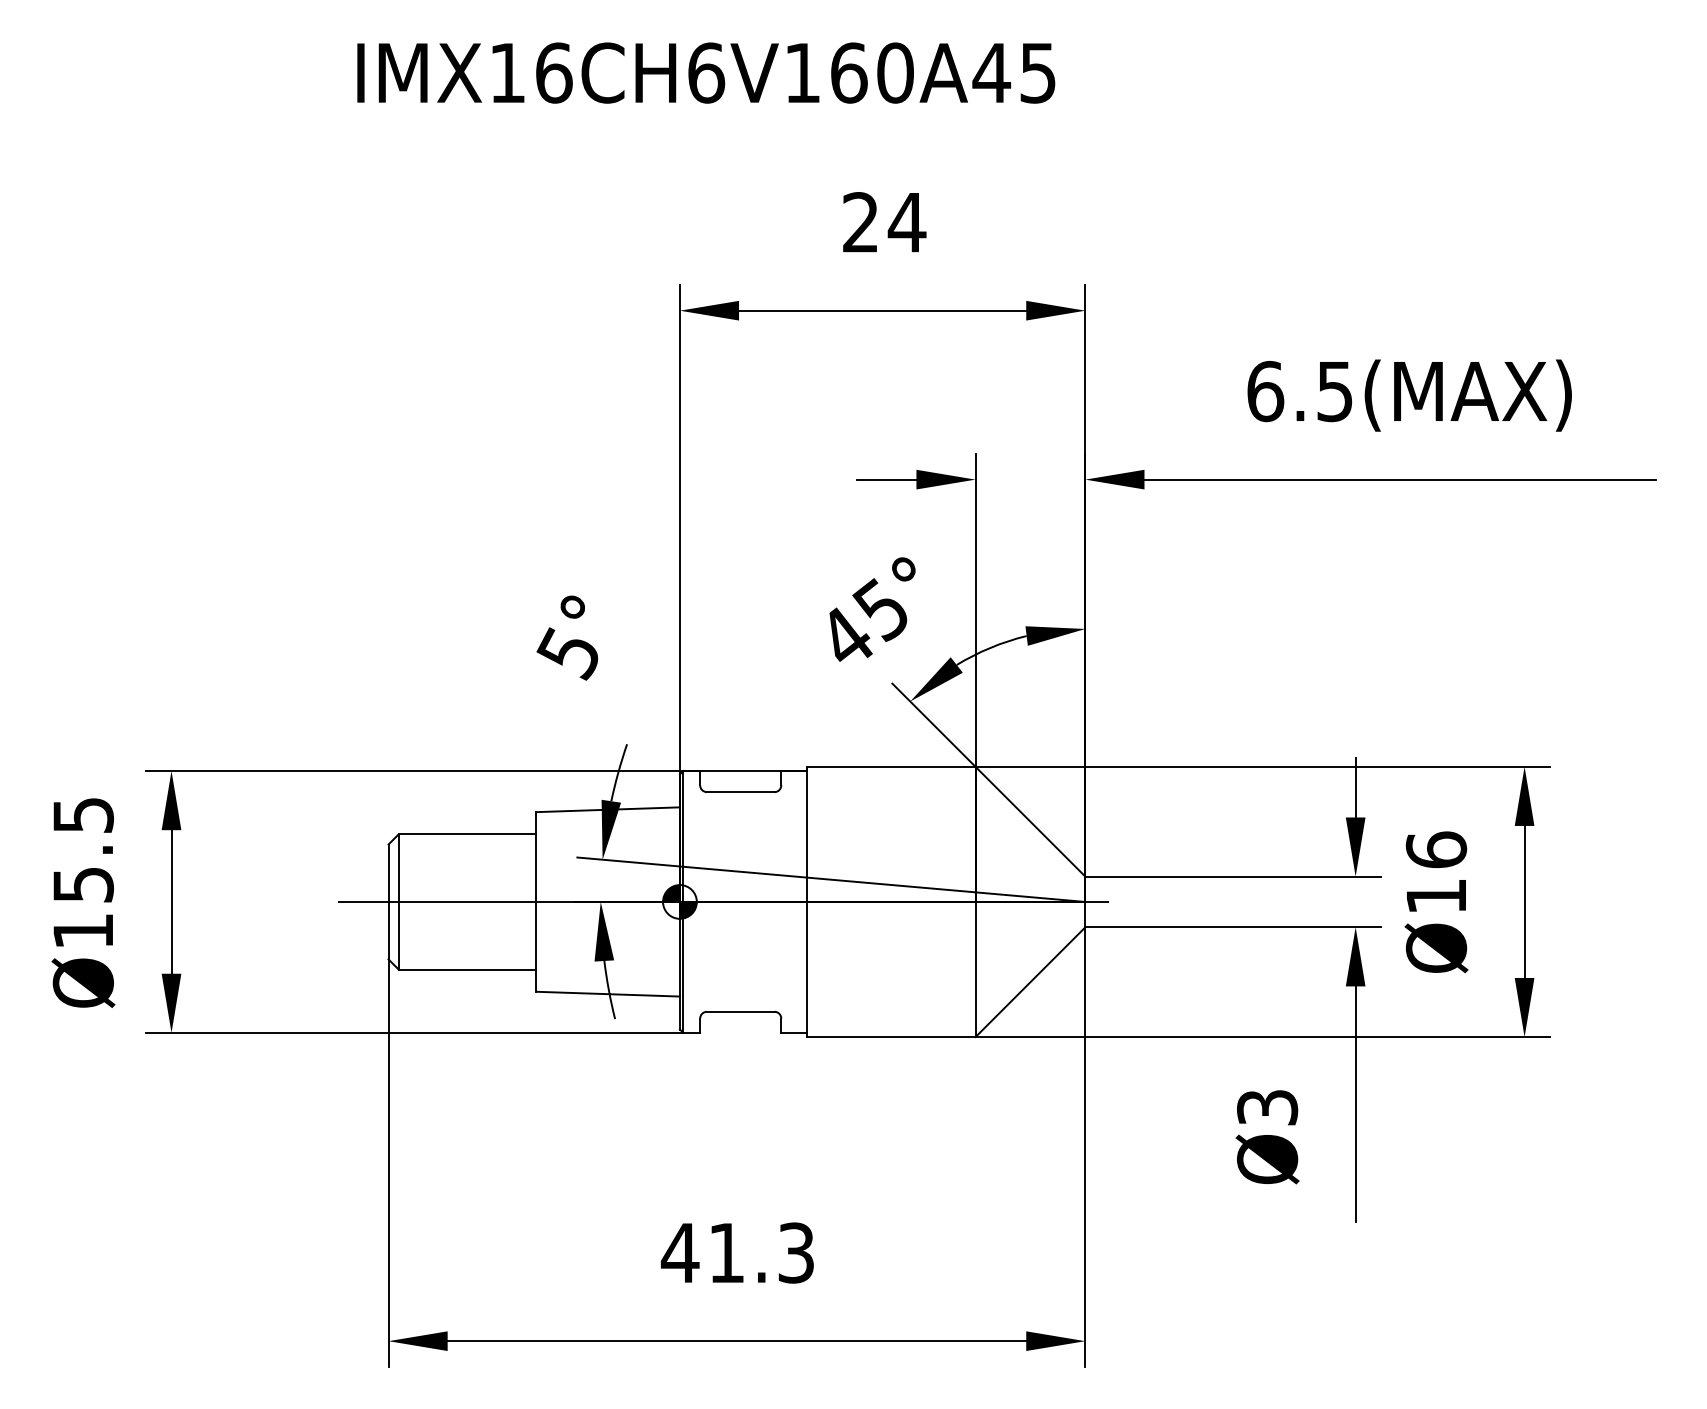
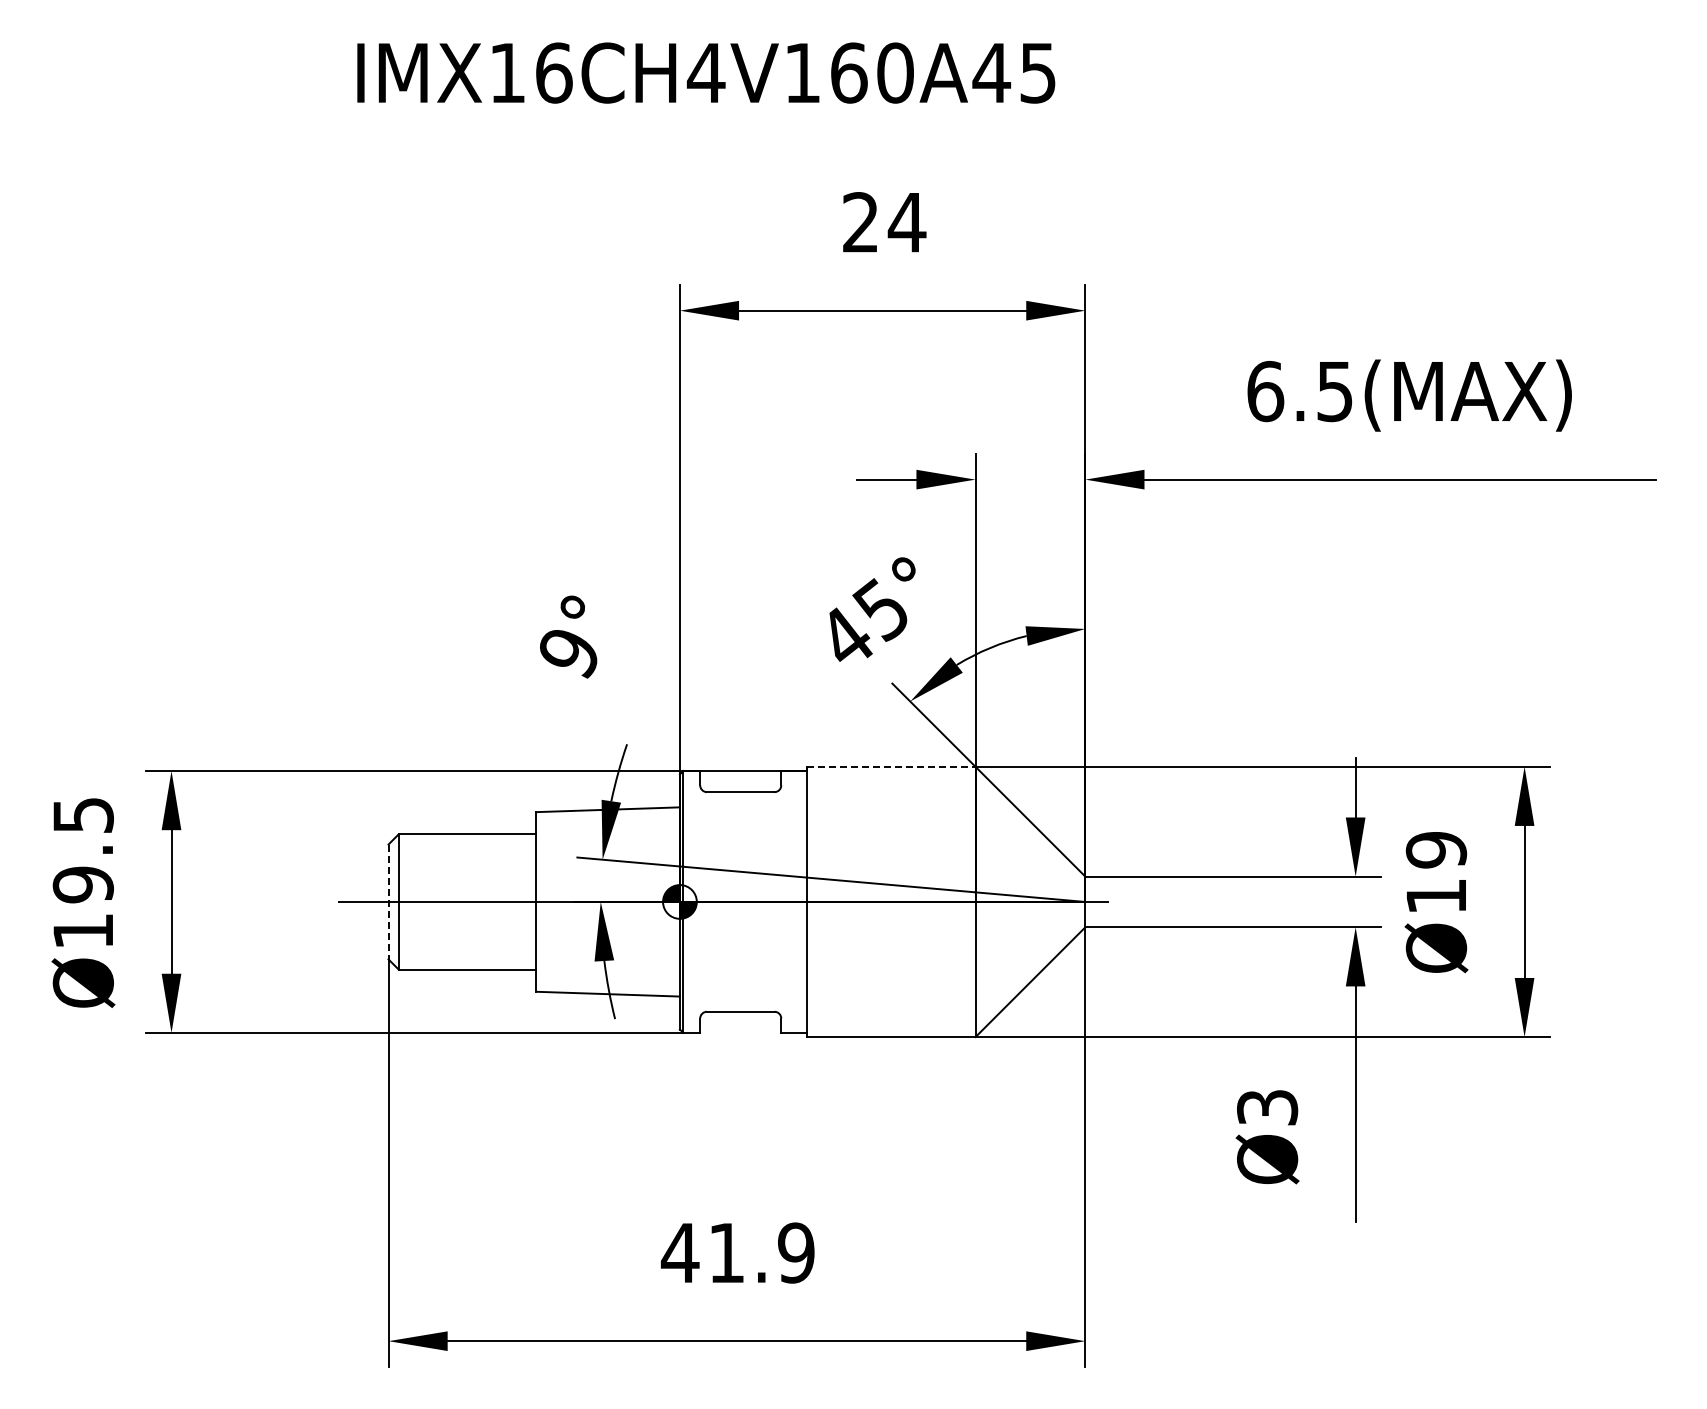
text at (705, 72): IMX16CH6V160A45 -> IMX16CH4V160A45
text at (567, 653): 5° -> 9°
line at (891, 766): solid -> dashed
text at (1436, 849): Ø16 -> Ø19
text at (82, 884): Ø15.5 -> Ø19.5
line at (388, 902): solid -> dashed
text at (796, 1252): 41.3 -> 41.9
